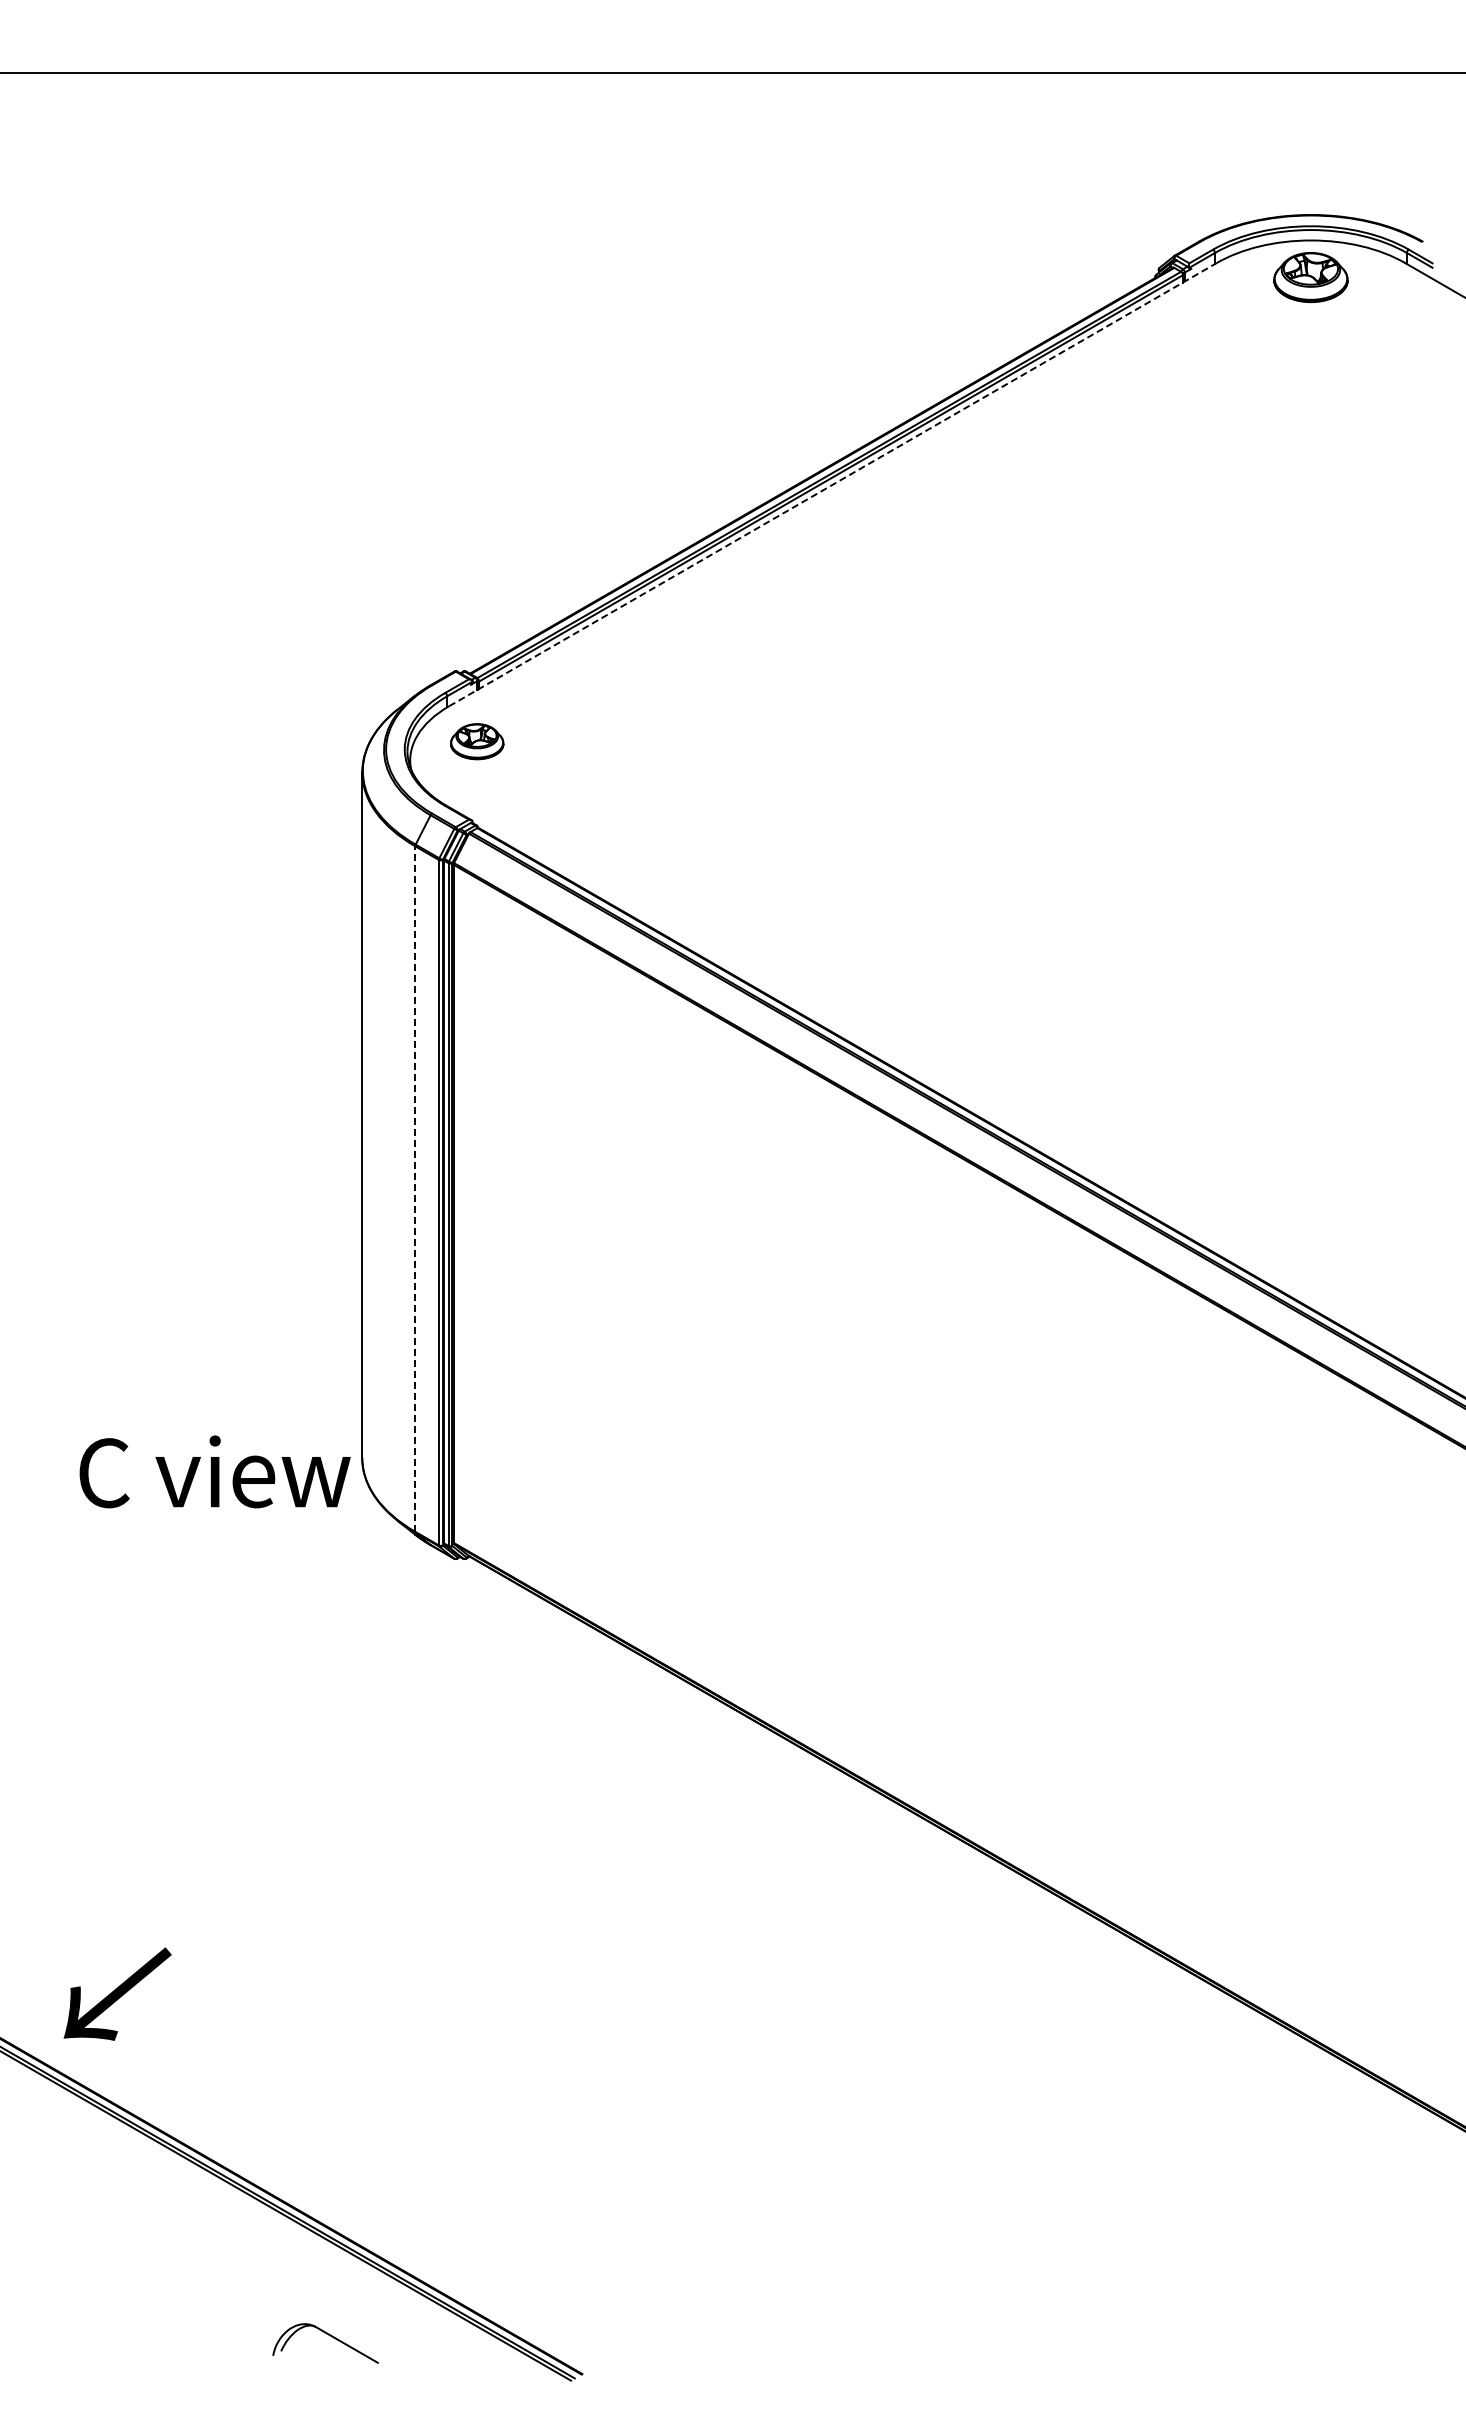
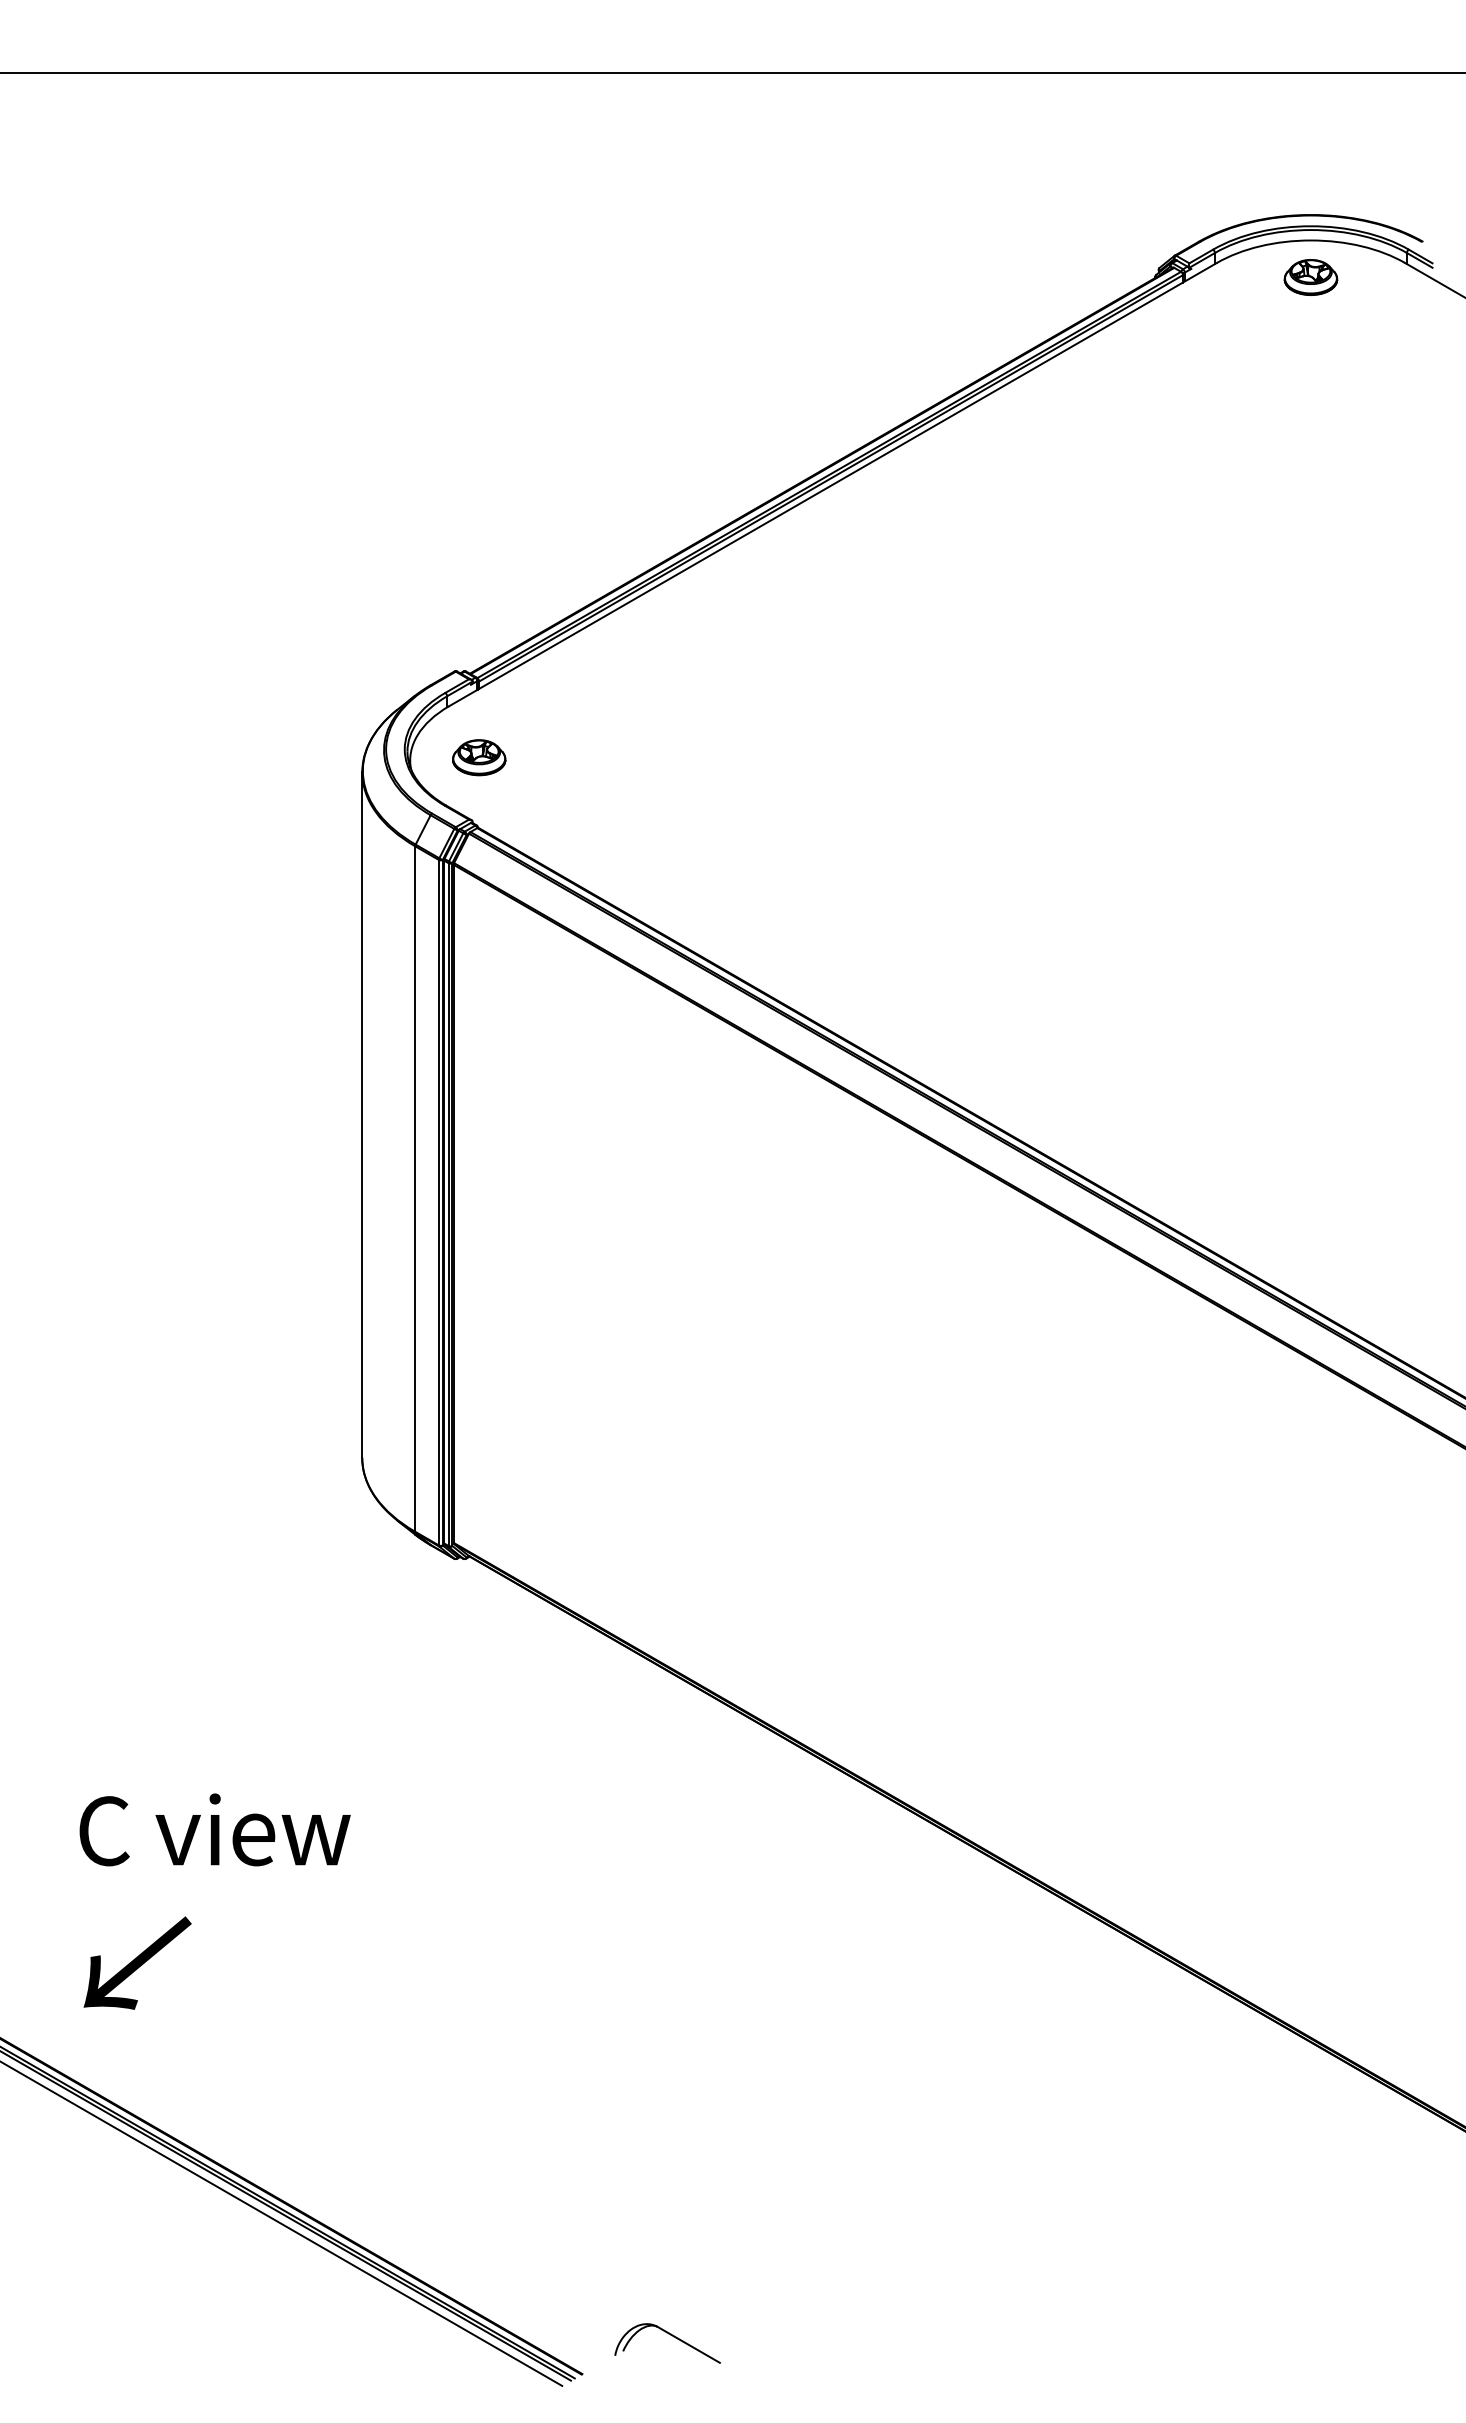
part at (1310, 277) size: 76x52 px -> 56x37 px
line at (833, 484): dashed -> solid
part at (477, 741) position: (477, 741) -> (479, 757)
line at (415, 1189): dashed -> solid
text at (214, 1471) position: (214, 1471) -> (214, 1829)
text at (117, 1993) position: (117, 1993) -> (137, 1962)
line at (282, 2223): none -> present
part at (331, 2337) position: (331, 2337) -> (673, 2337)
